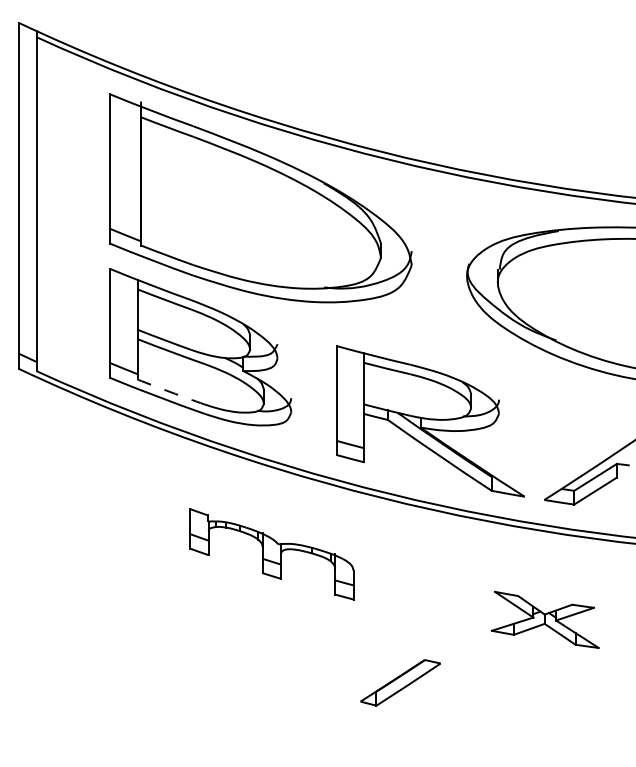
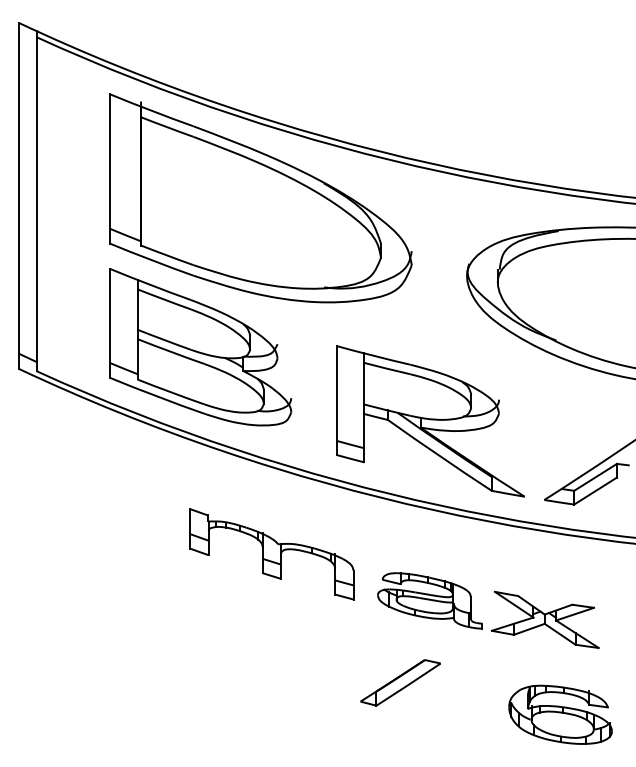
arc at (171, 392): dashed -> solid
part at (429, 600): none -> present
part at (560, 714): none -> present
